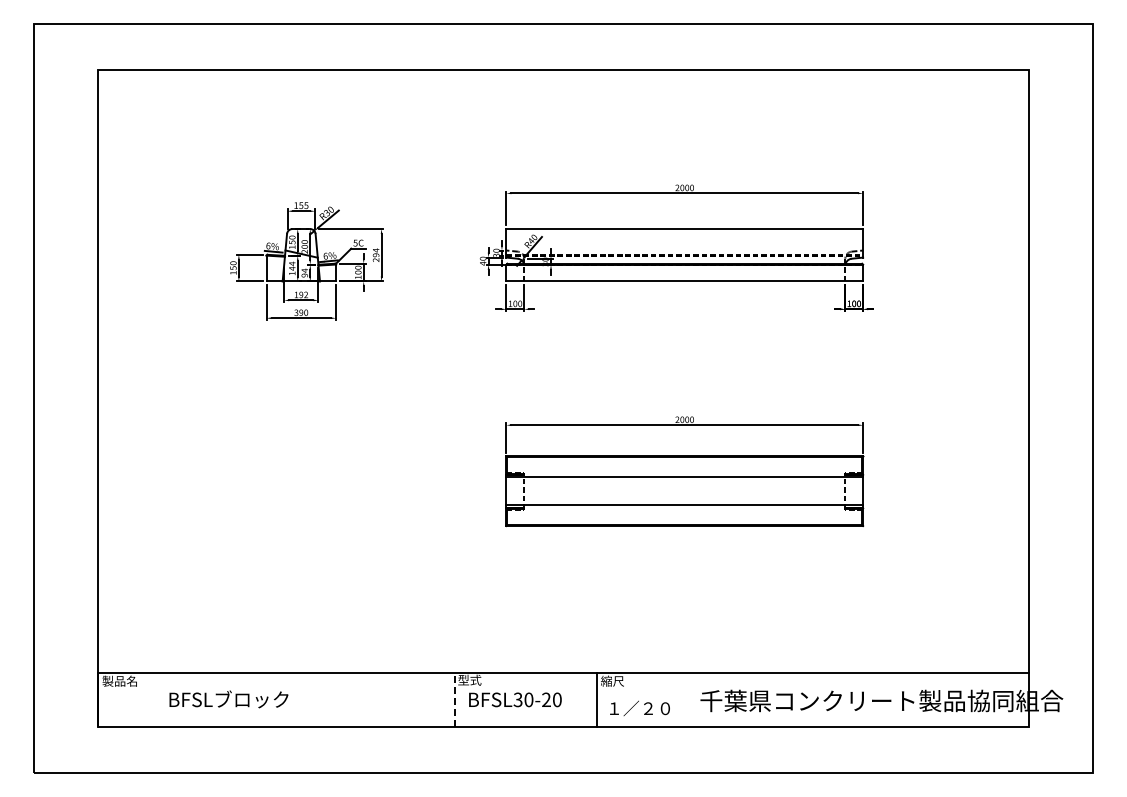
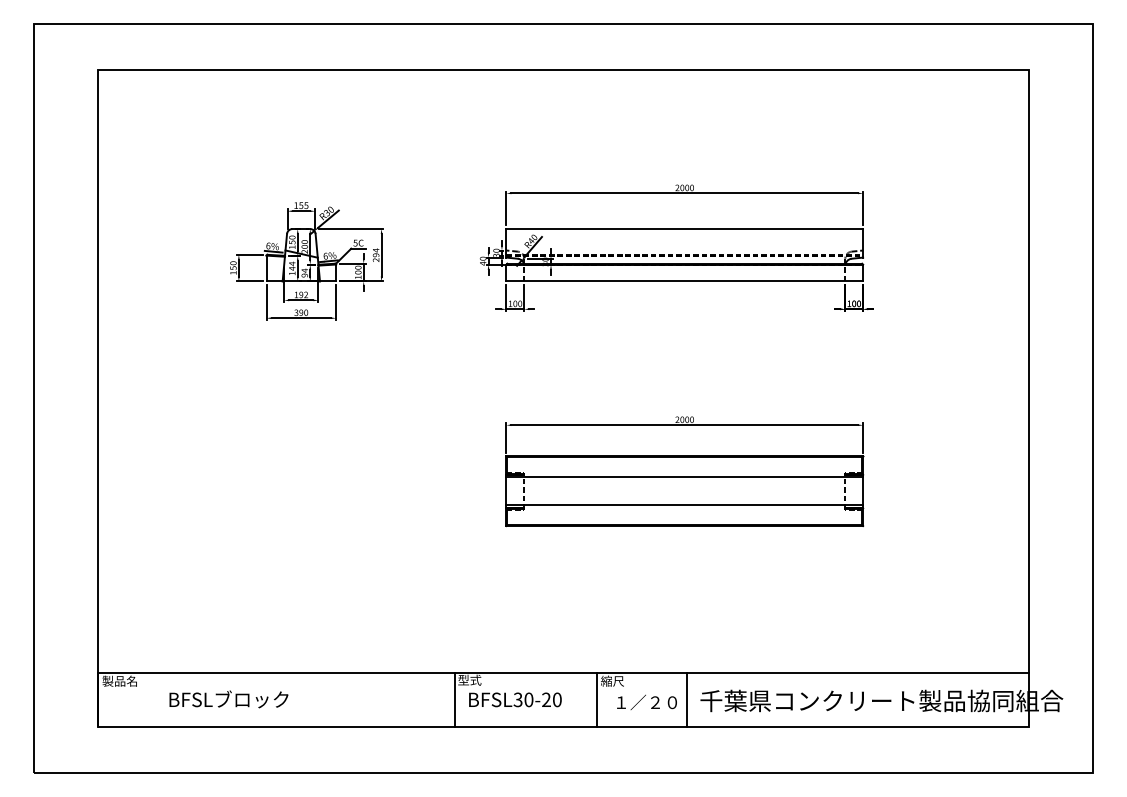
line at (454, 699): dashed -> solid
line at (686, 699): none -> present
text at (639, 707) position: (639, 707) -> (646, 701)
